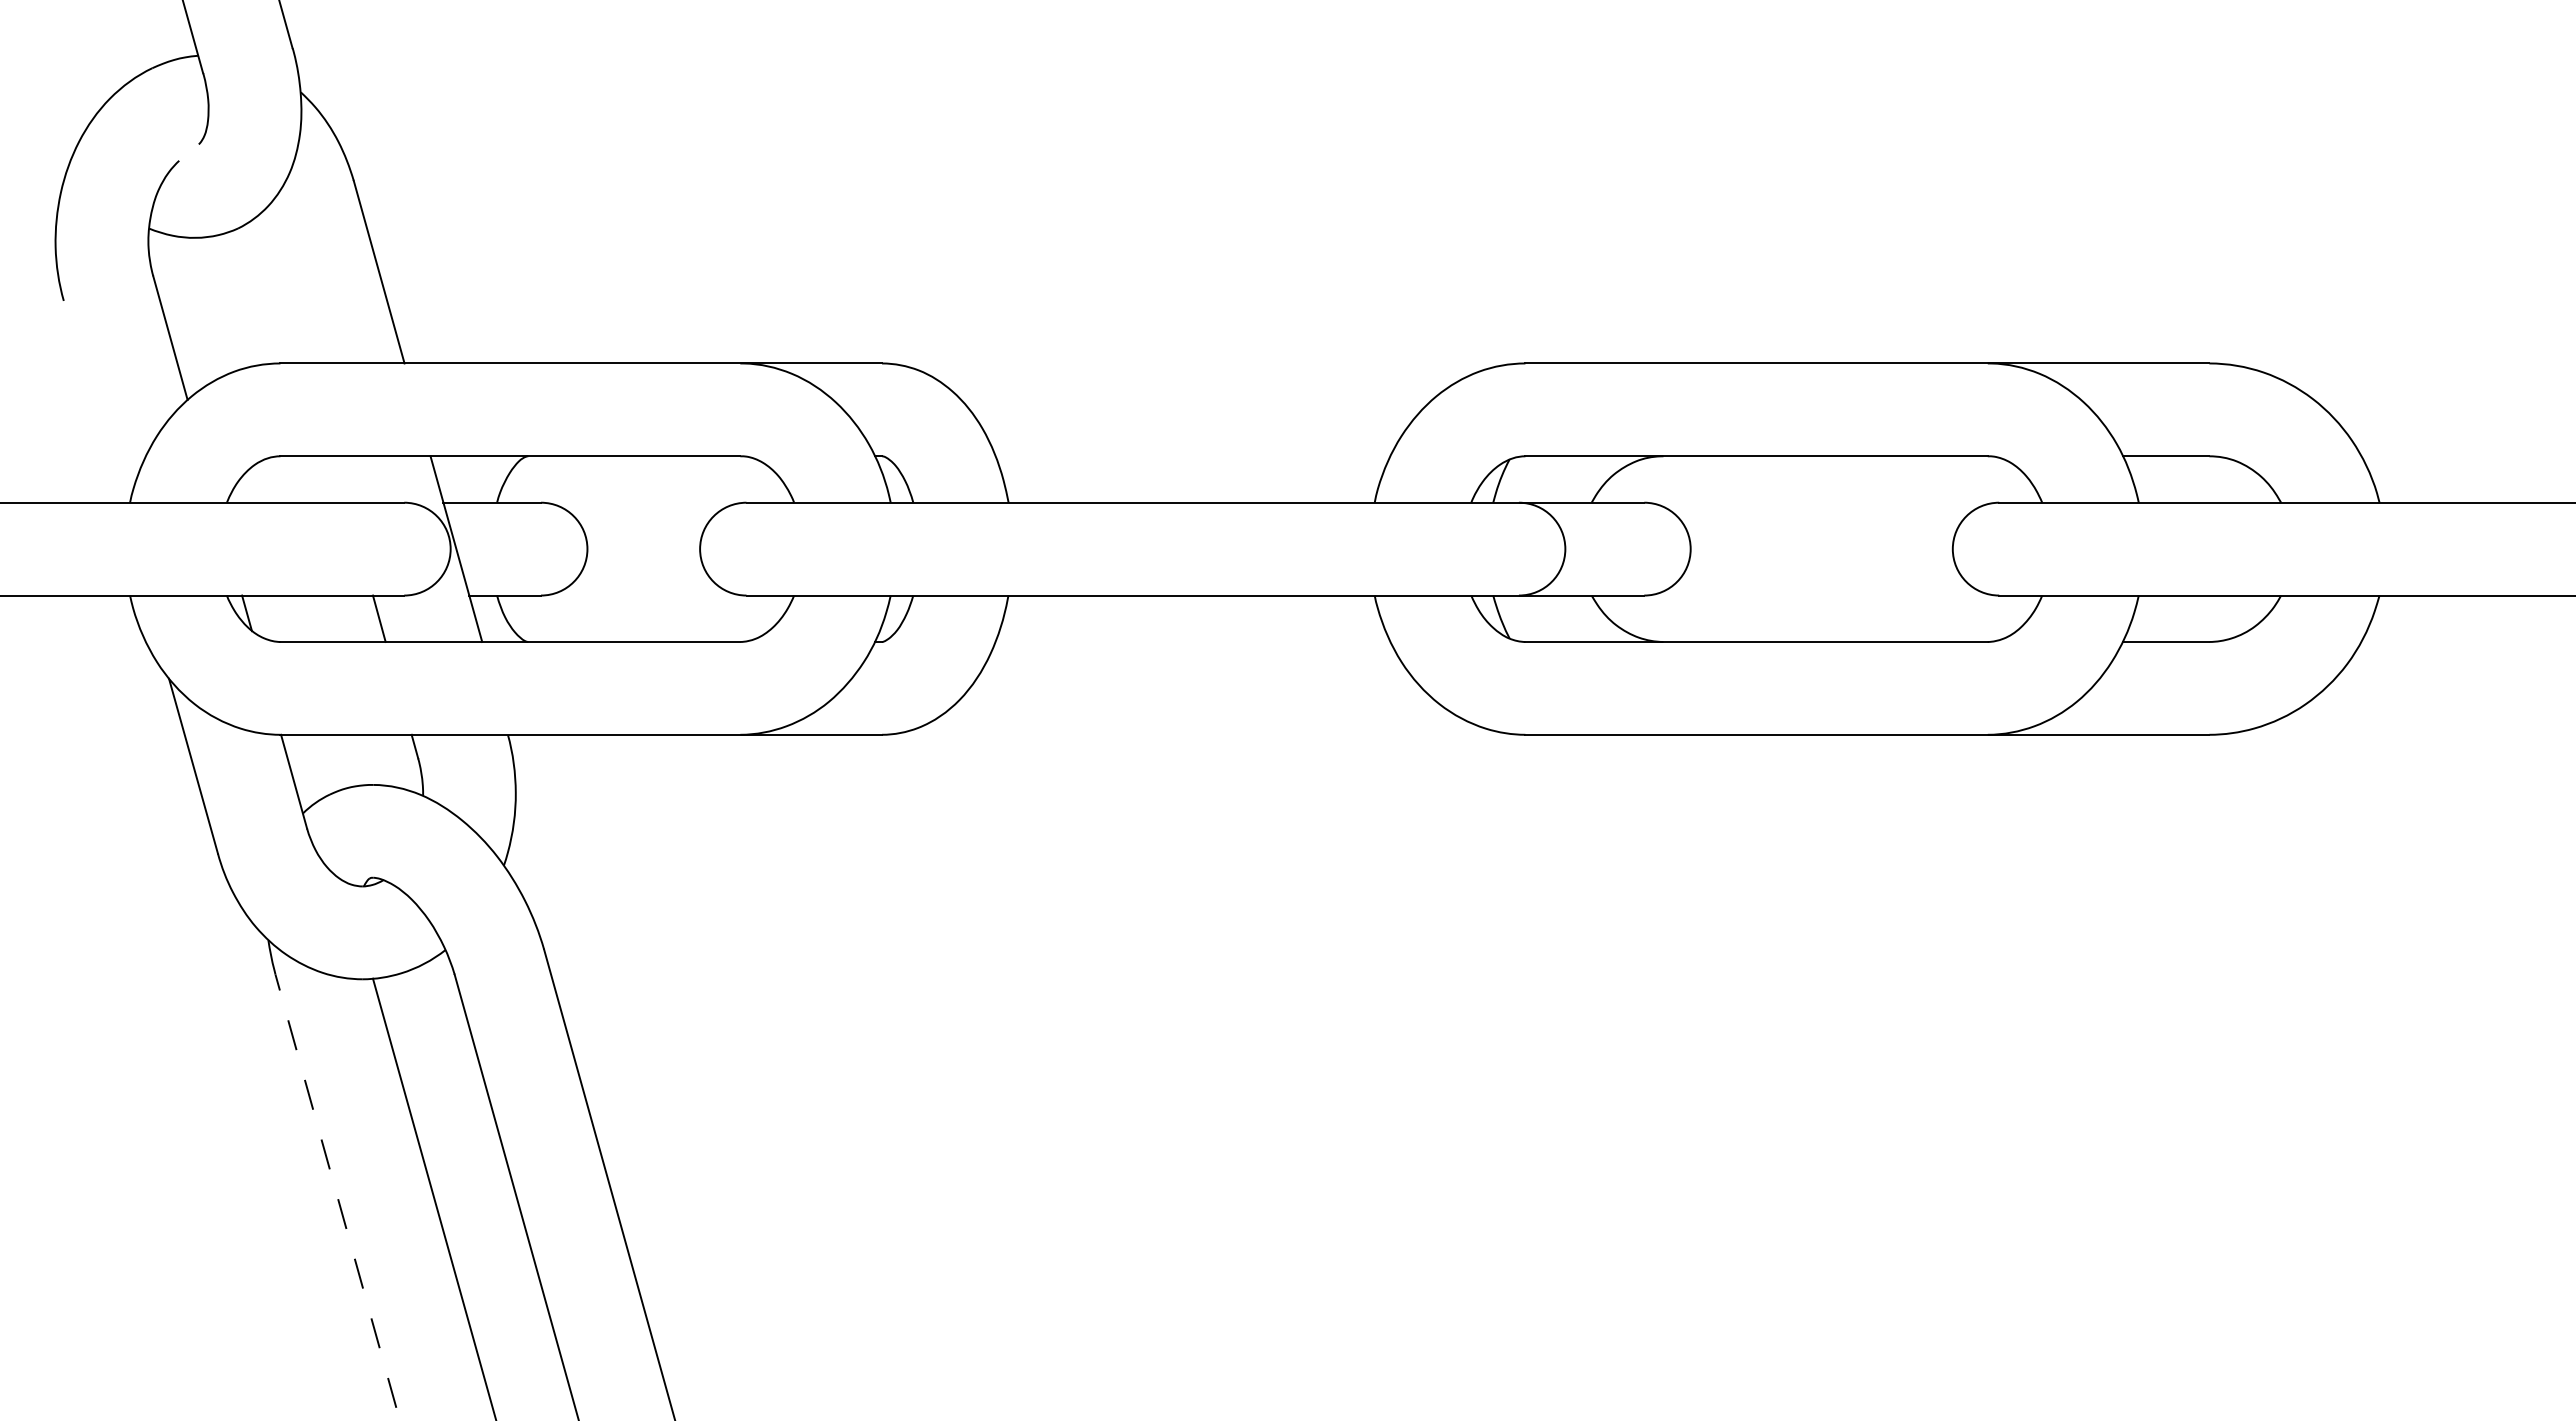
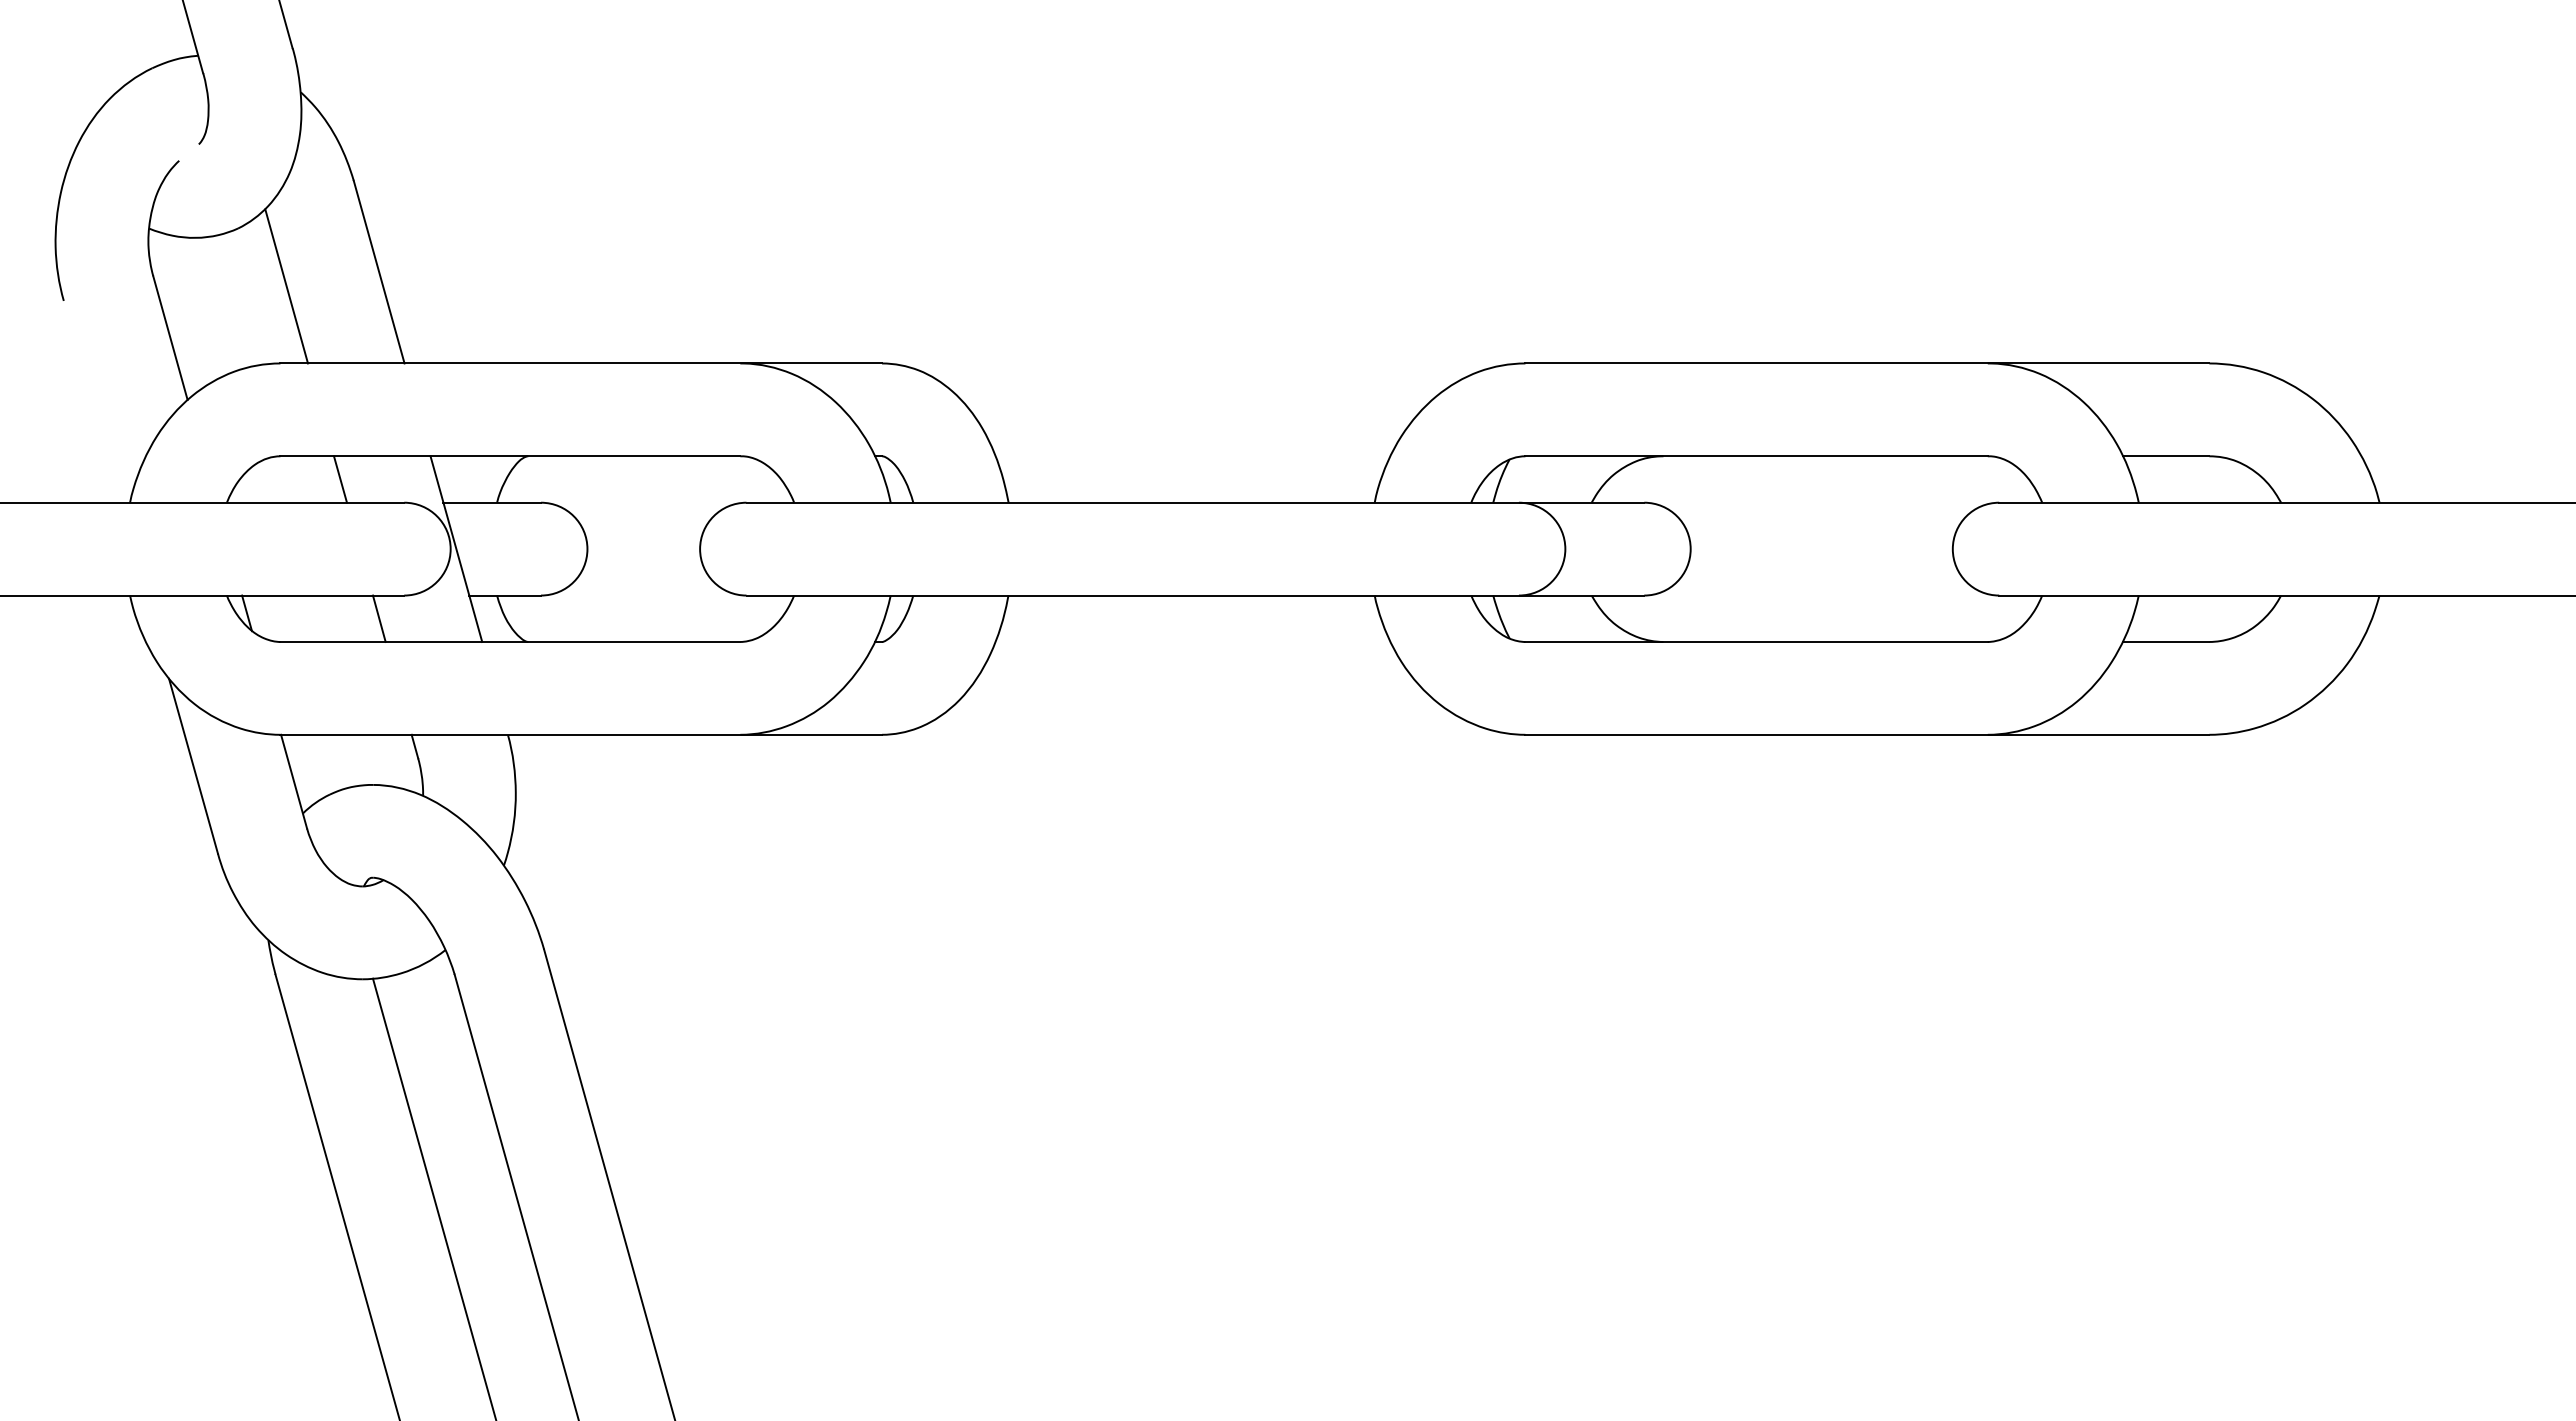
line at (286, 286): none -> present
line at (340, 479): none -> present
line at (337, 1196): dashed -> solid
